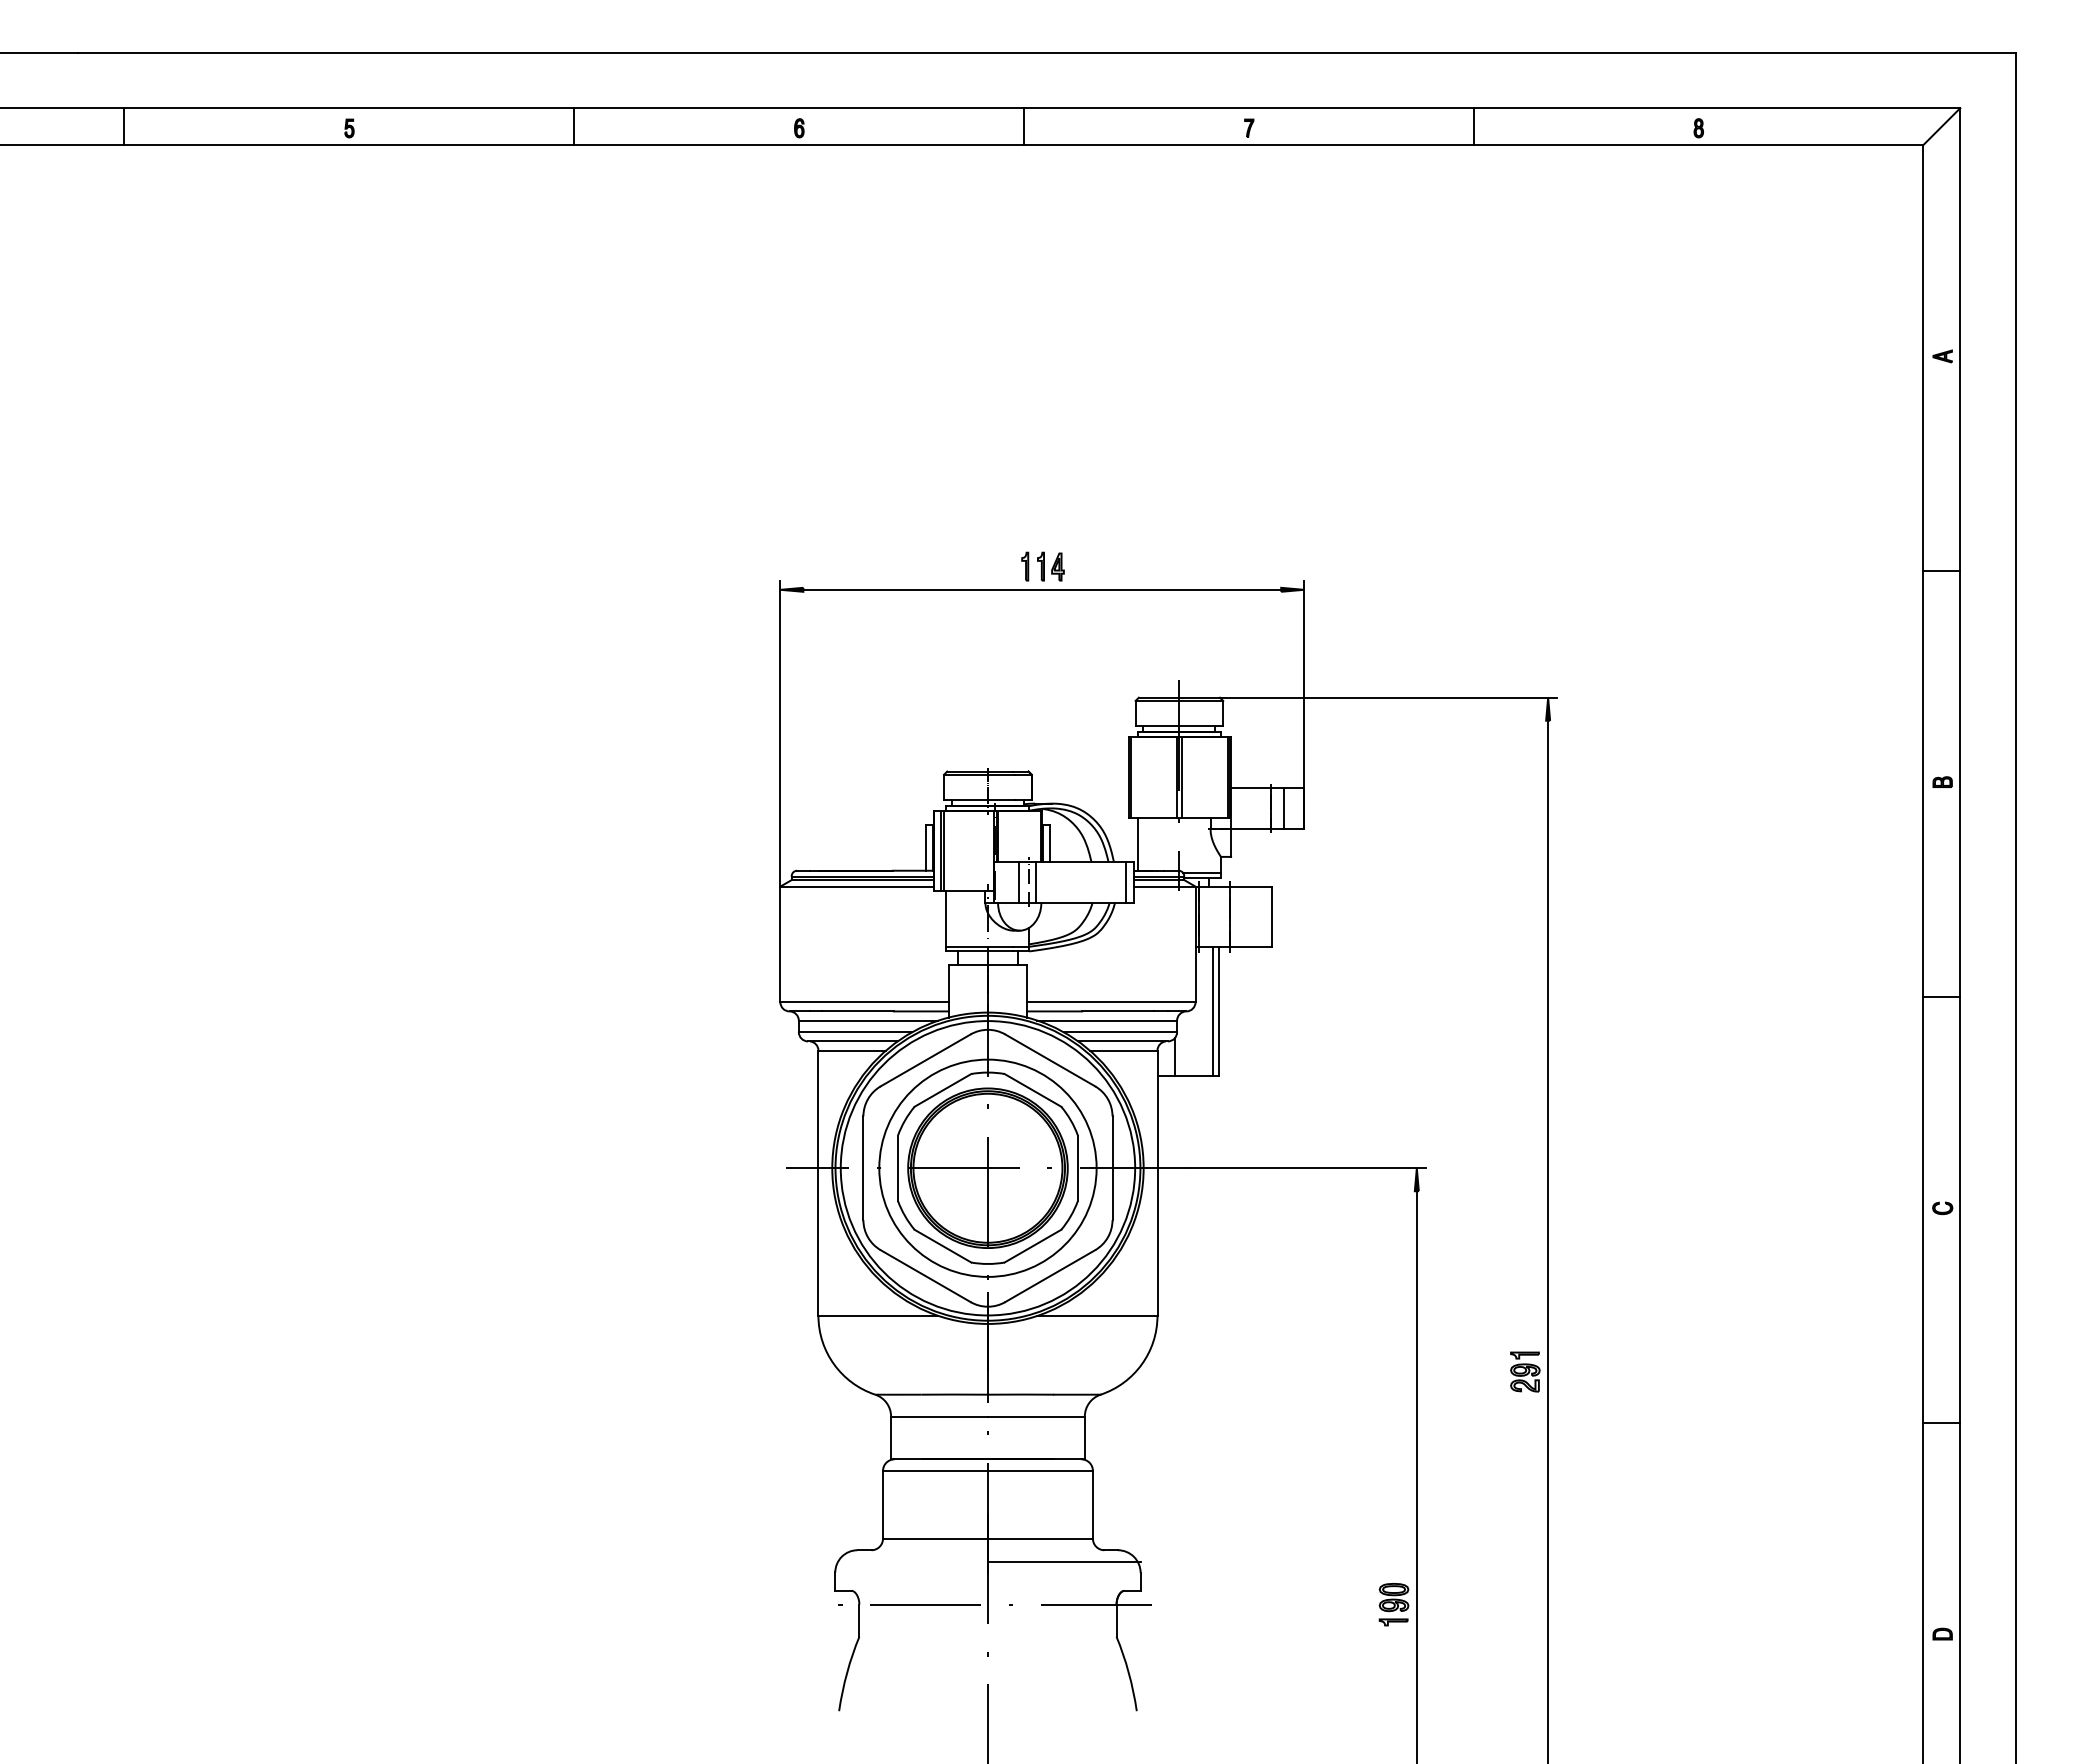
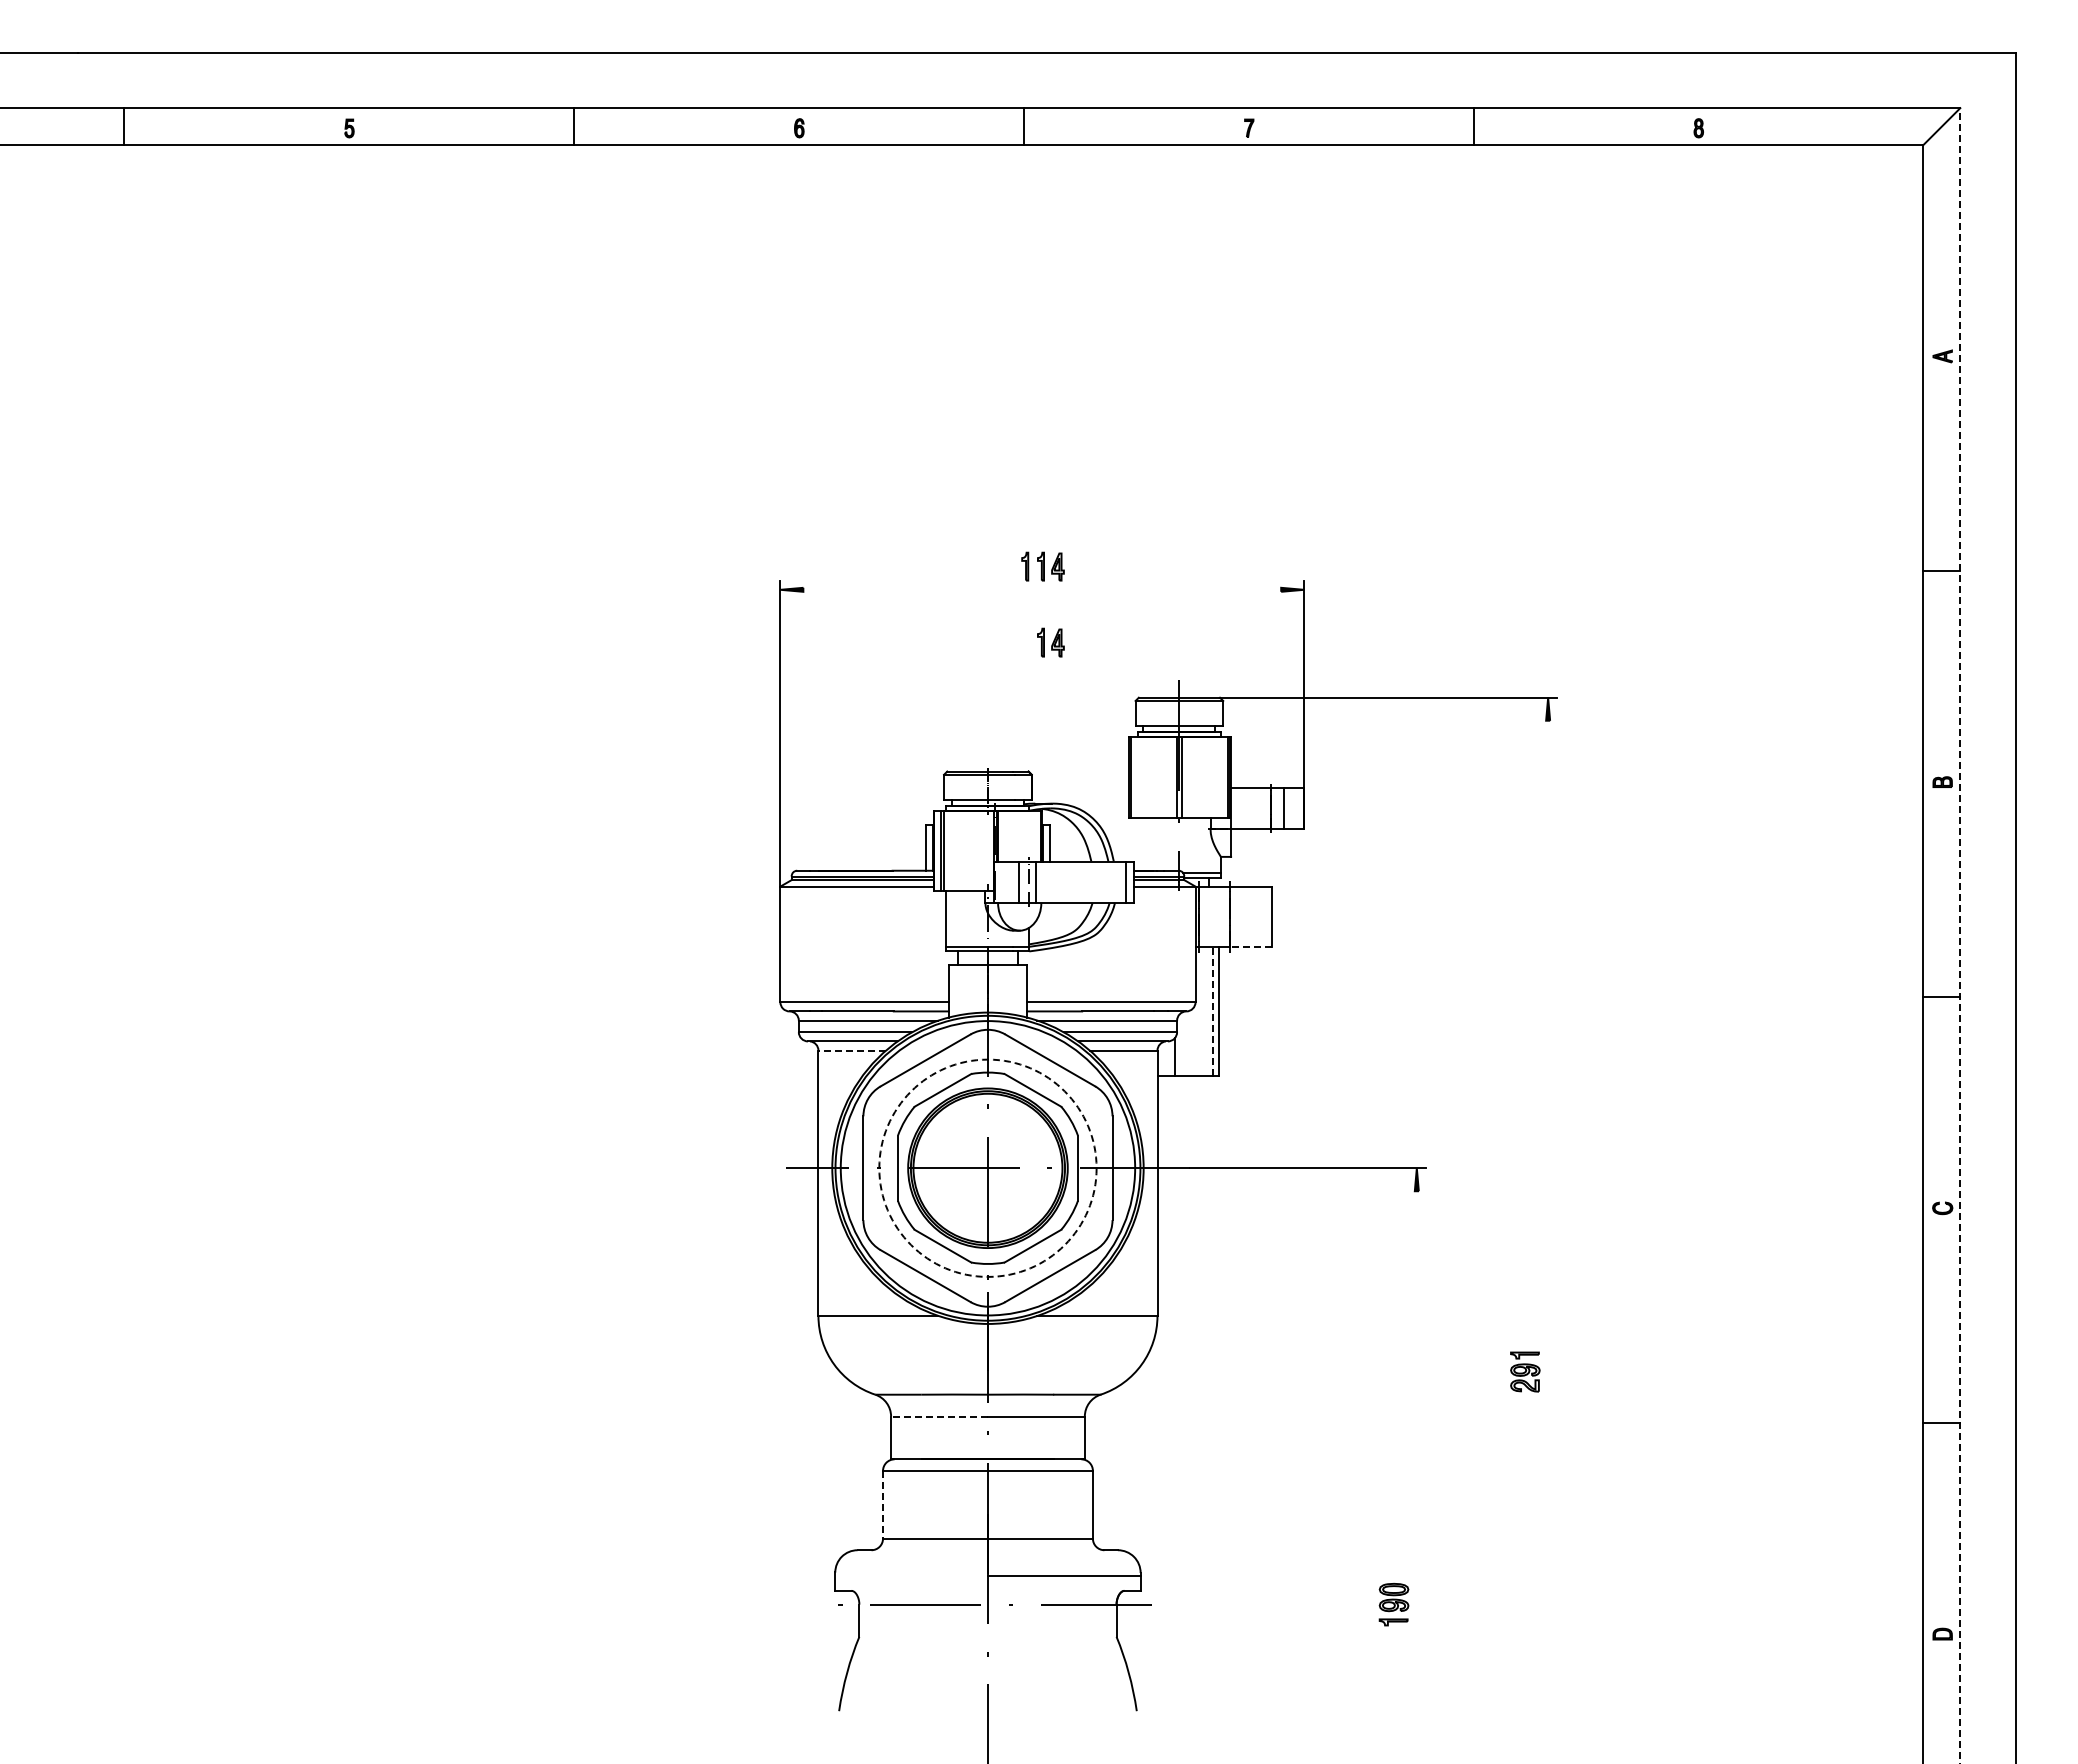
line at (1042, 589): present -> none
part at (1050, 642): none -> present
line at (1137, 843): present -> none
line at (1960, 935): solid -> dashed
line at (1250, 946): solid -> dashed
line at (1213, 1011): solid -> dashed
line at (852, 1050): solid -> dashed
circle at (987, 1167): solid -> dashed
line at (1548, 1240): present -> none
line at (939, 1416): solid -> dashed
line at (1416, 1475): present -> none
line at (883, 1504): solid -> dashed
line at (1063, 1561) position: (1063, 1561) -> (1063, 1575)
